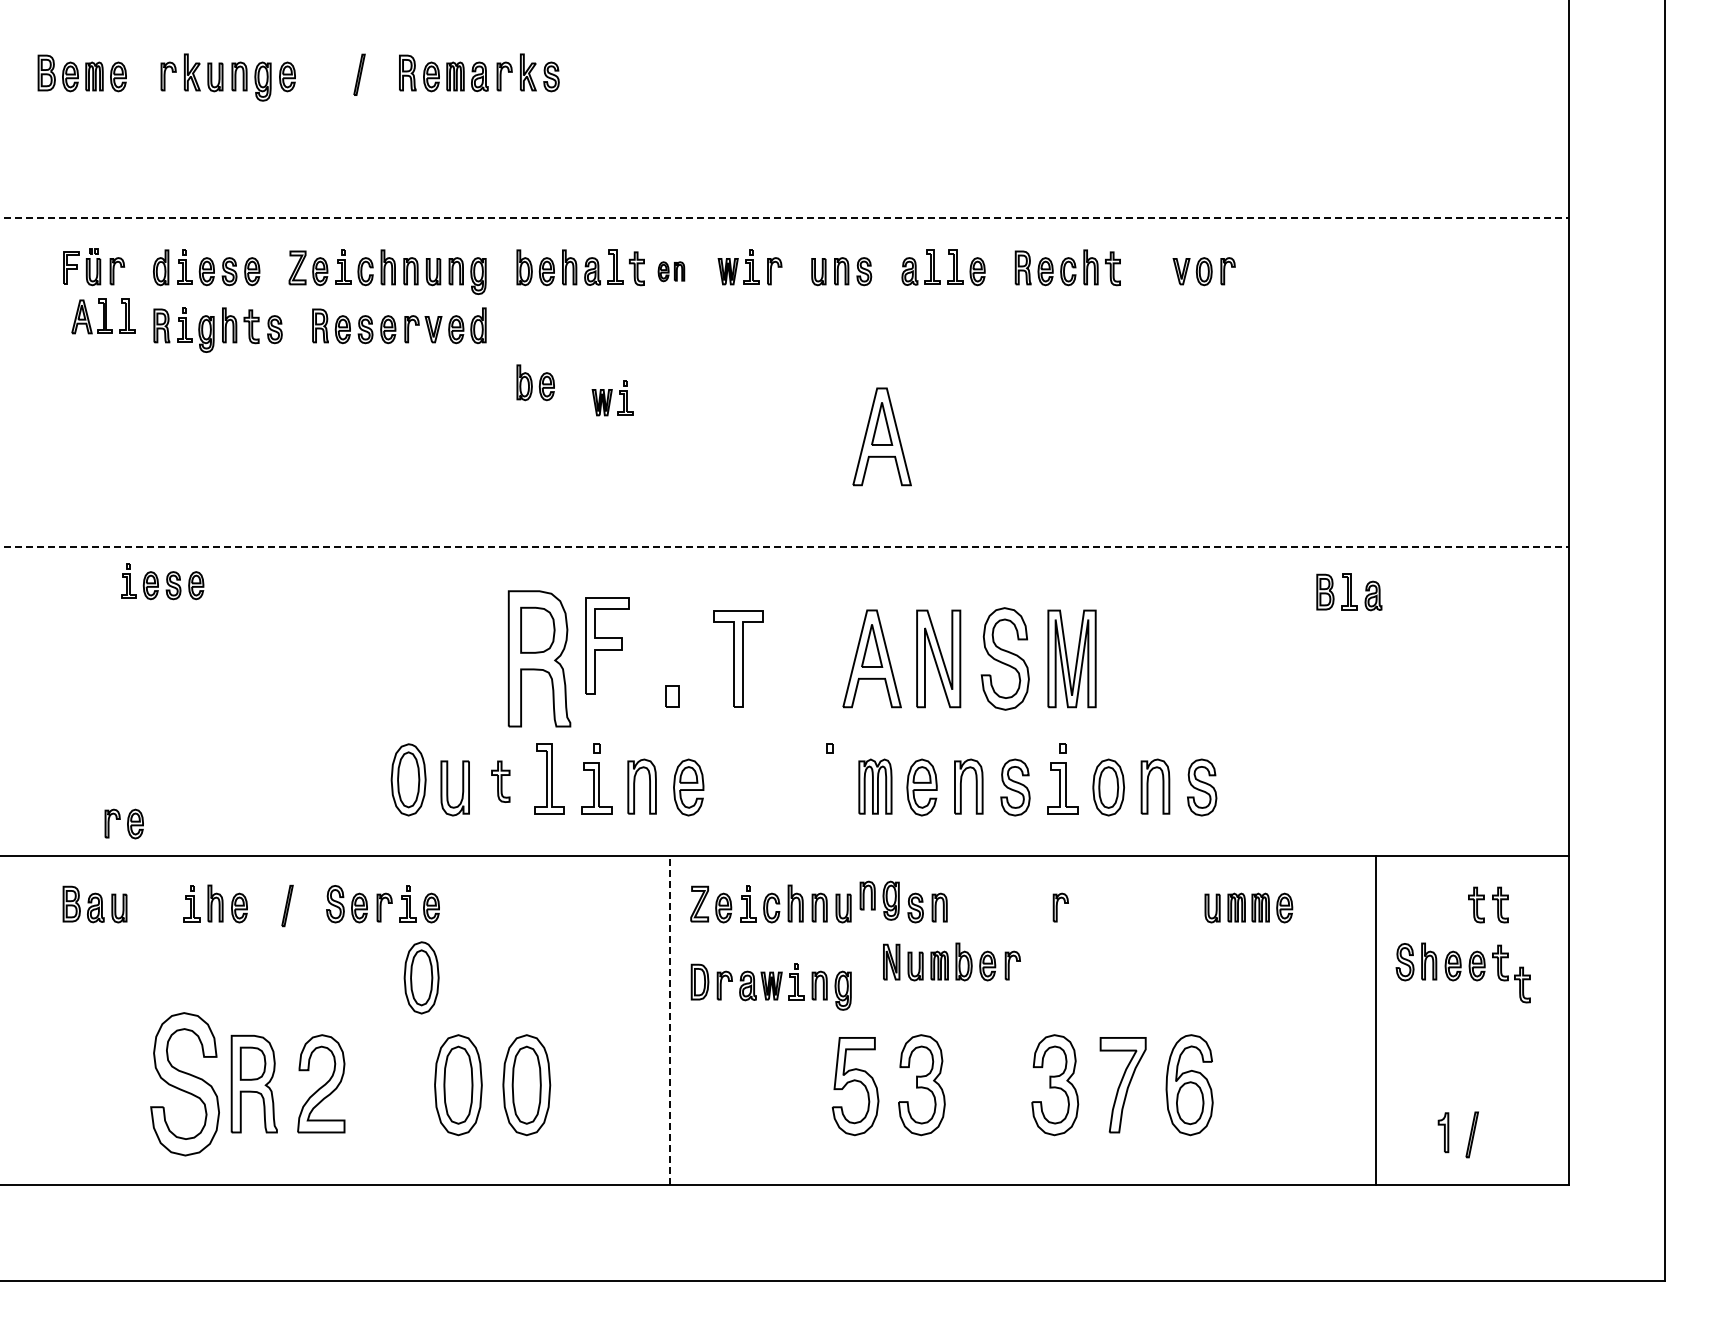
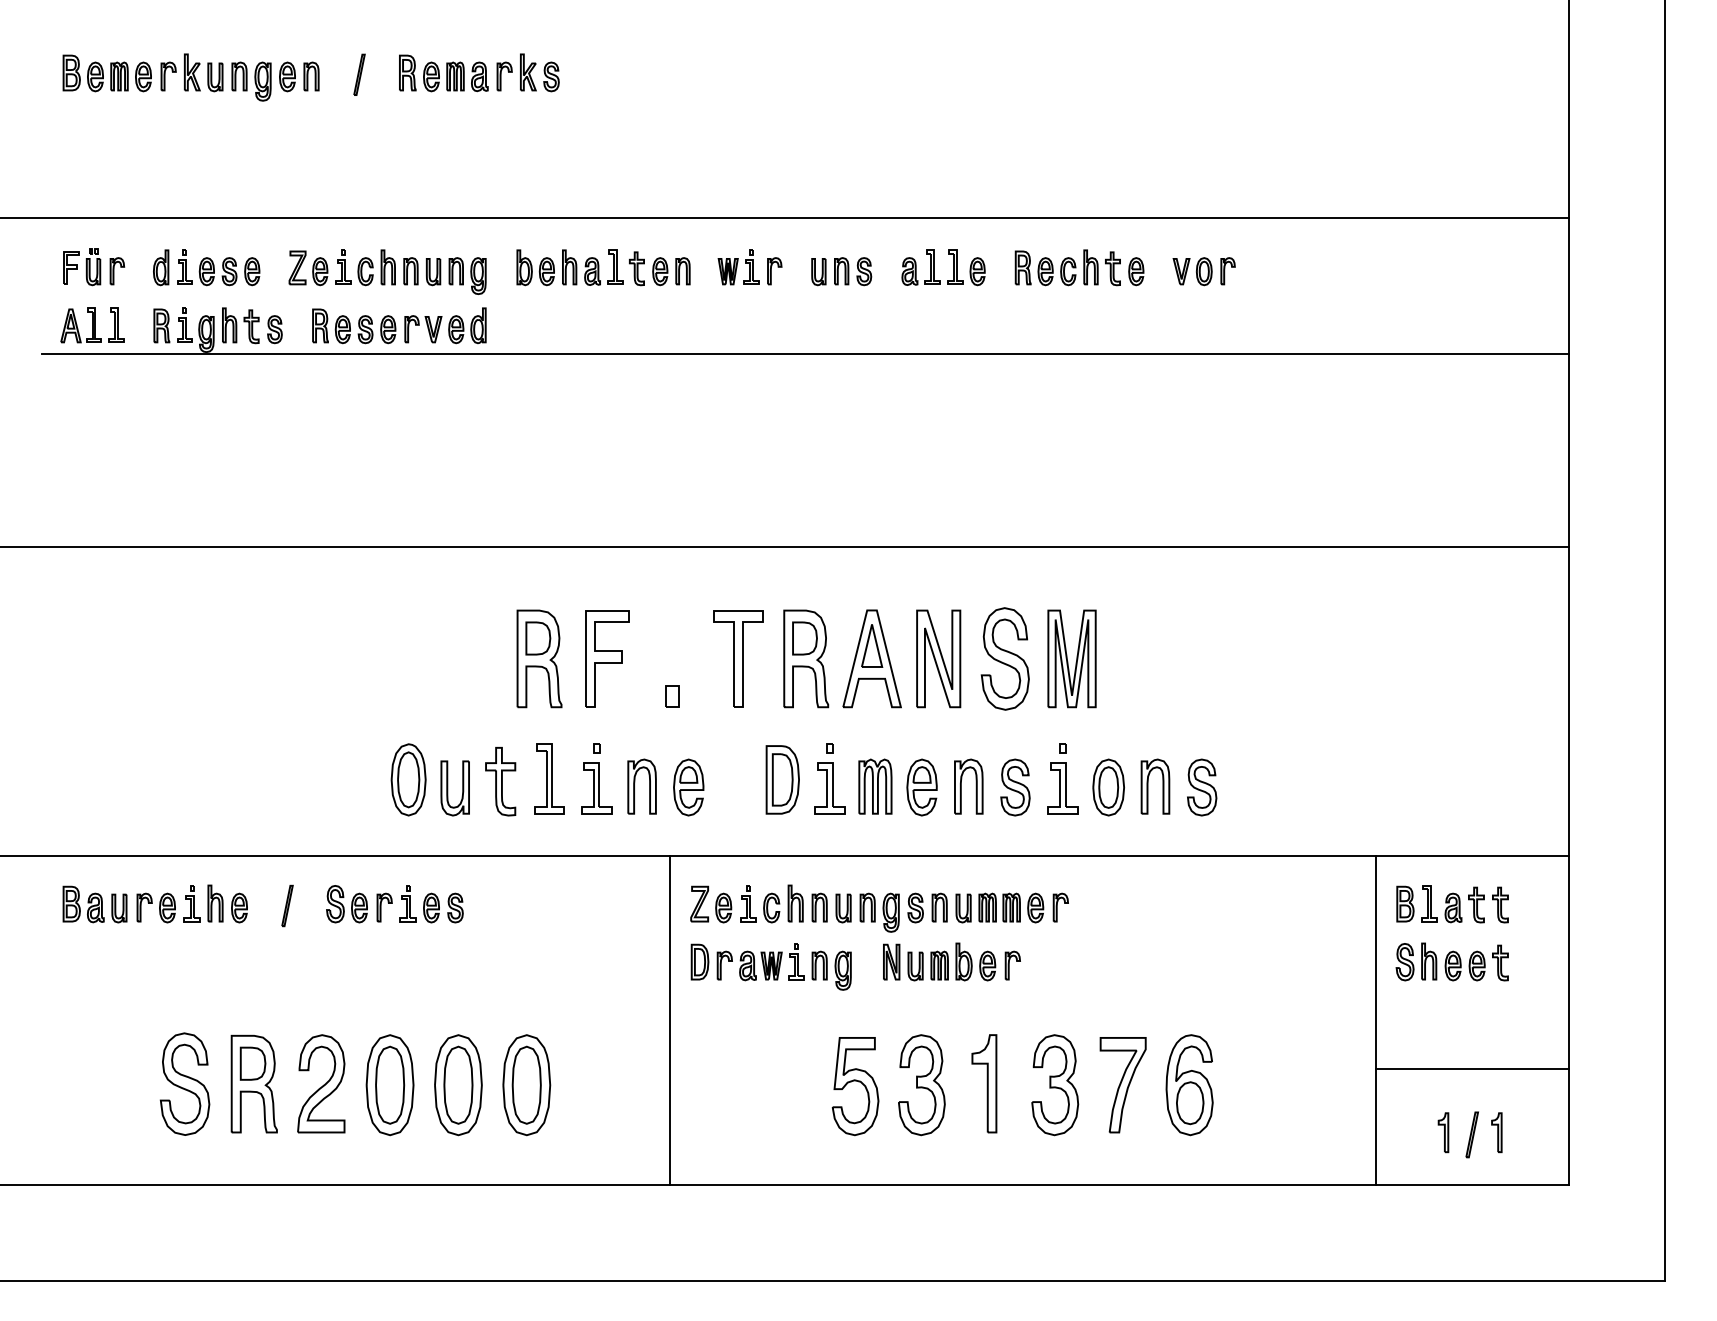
part at (81, 73) position: (81, 73) -> (106, 73)
part at (311, 76): none -> present
line at (785, 218): dashed -> solid
part at (671, 271) size: 29x22 px -> 39x30 px
part at (1136, 271): none -> present
part at (103, 316) position: (103, 316) -> (92, 325)
line at (804, 353): none -> present
part at (535, 382): present -> none
part at (612, 398): present -> none
part at (881, 436): present -> none
line at (785, 546): dashed -> solid
part at (162, 581): present -> none
part at (1349, 592) position: (1349, 592) -> (1429, 904)
part at (607, 645) position: (607, 645) -> (607, 658)
part at (539, 658) size: 65x138 px -> 47x100 px
part at (806, 658): none -> present
part at (782, 779): none -> present
part at (500, 781) size: 20x43 px -> 32x70 px
part at (829, 788): none -> present
part at (123, 823) position: (123, 823) -> (155, 907)
part at (879, 900) position: (879, 900) -> (879, 912)
part at (455, 907): none -> present
part at (1248, 907) position: (1248, 907) -> (999, 907)
part at (421, 977): present -> none
part at (1522, 984): present -> none
part at (770, 986) position: (770, 986) -> (770, 966)
line at (670, 1019): dashed -> solid
line at (1471, 1068): none -> present
part at (984, 1083): none -> present
part at (184, 1084) size: 70x145 px -> 52x104 px
part at (389, 1085): none -> present
part at (1496, 1132): none -> present
